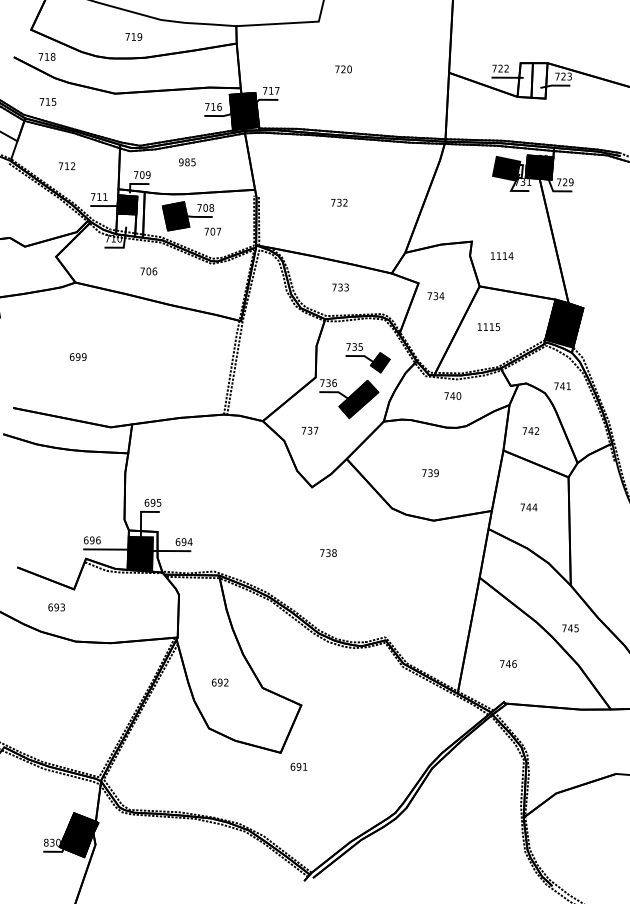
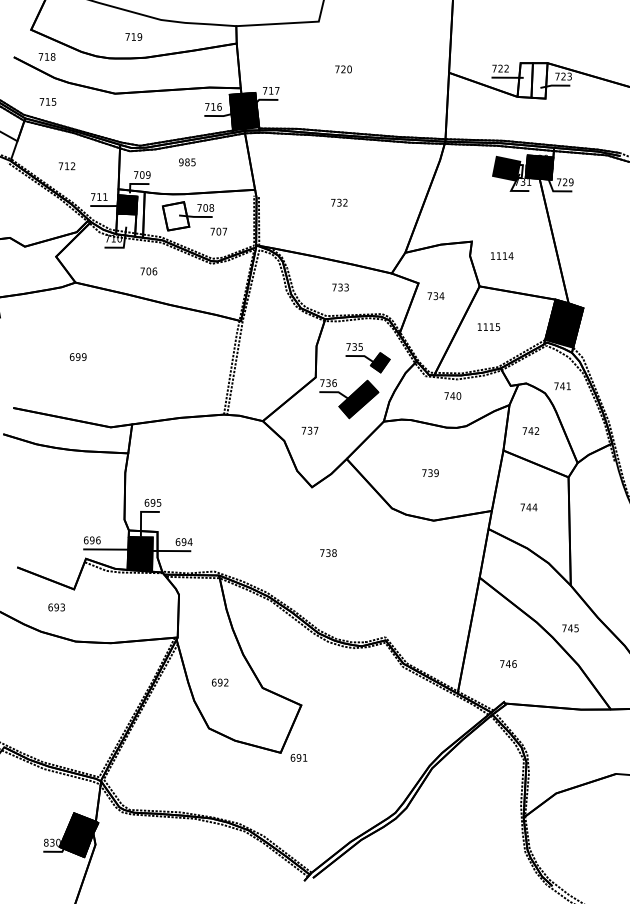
fill at (175, 216): present -> none
text at (212, 231) position: (212, 231) -> (218, 231)
text at (298, 766) position: (298, 766) -> (298, 757)
